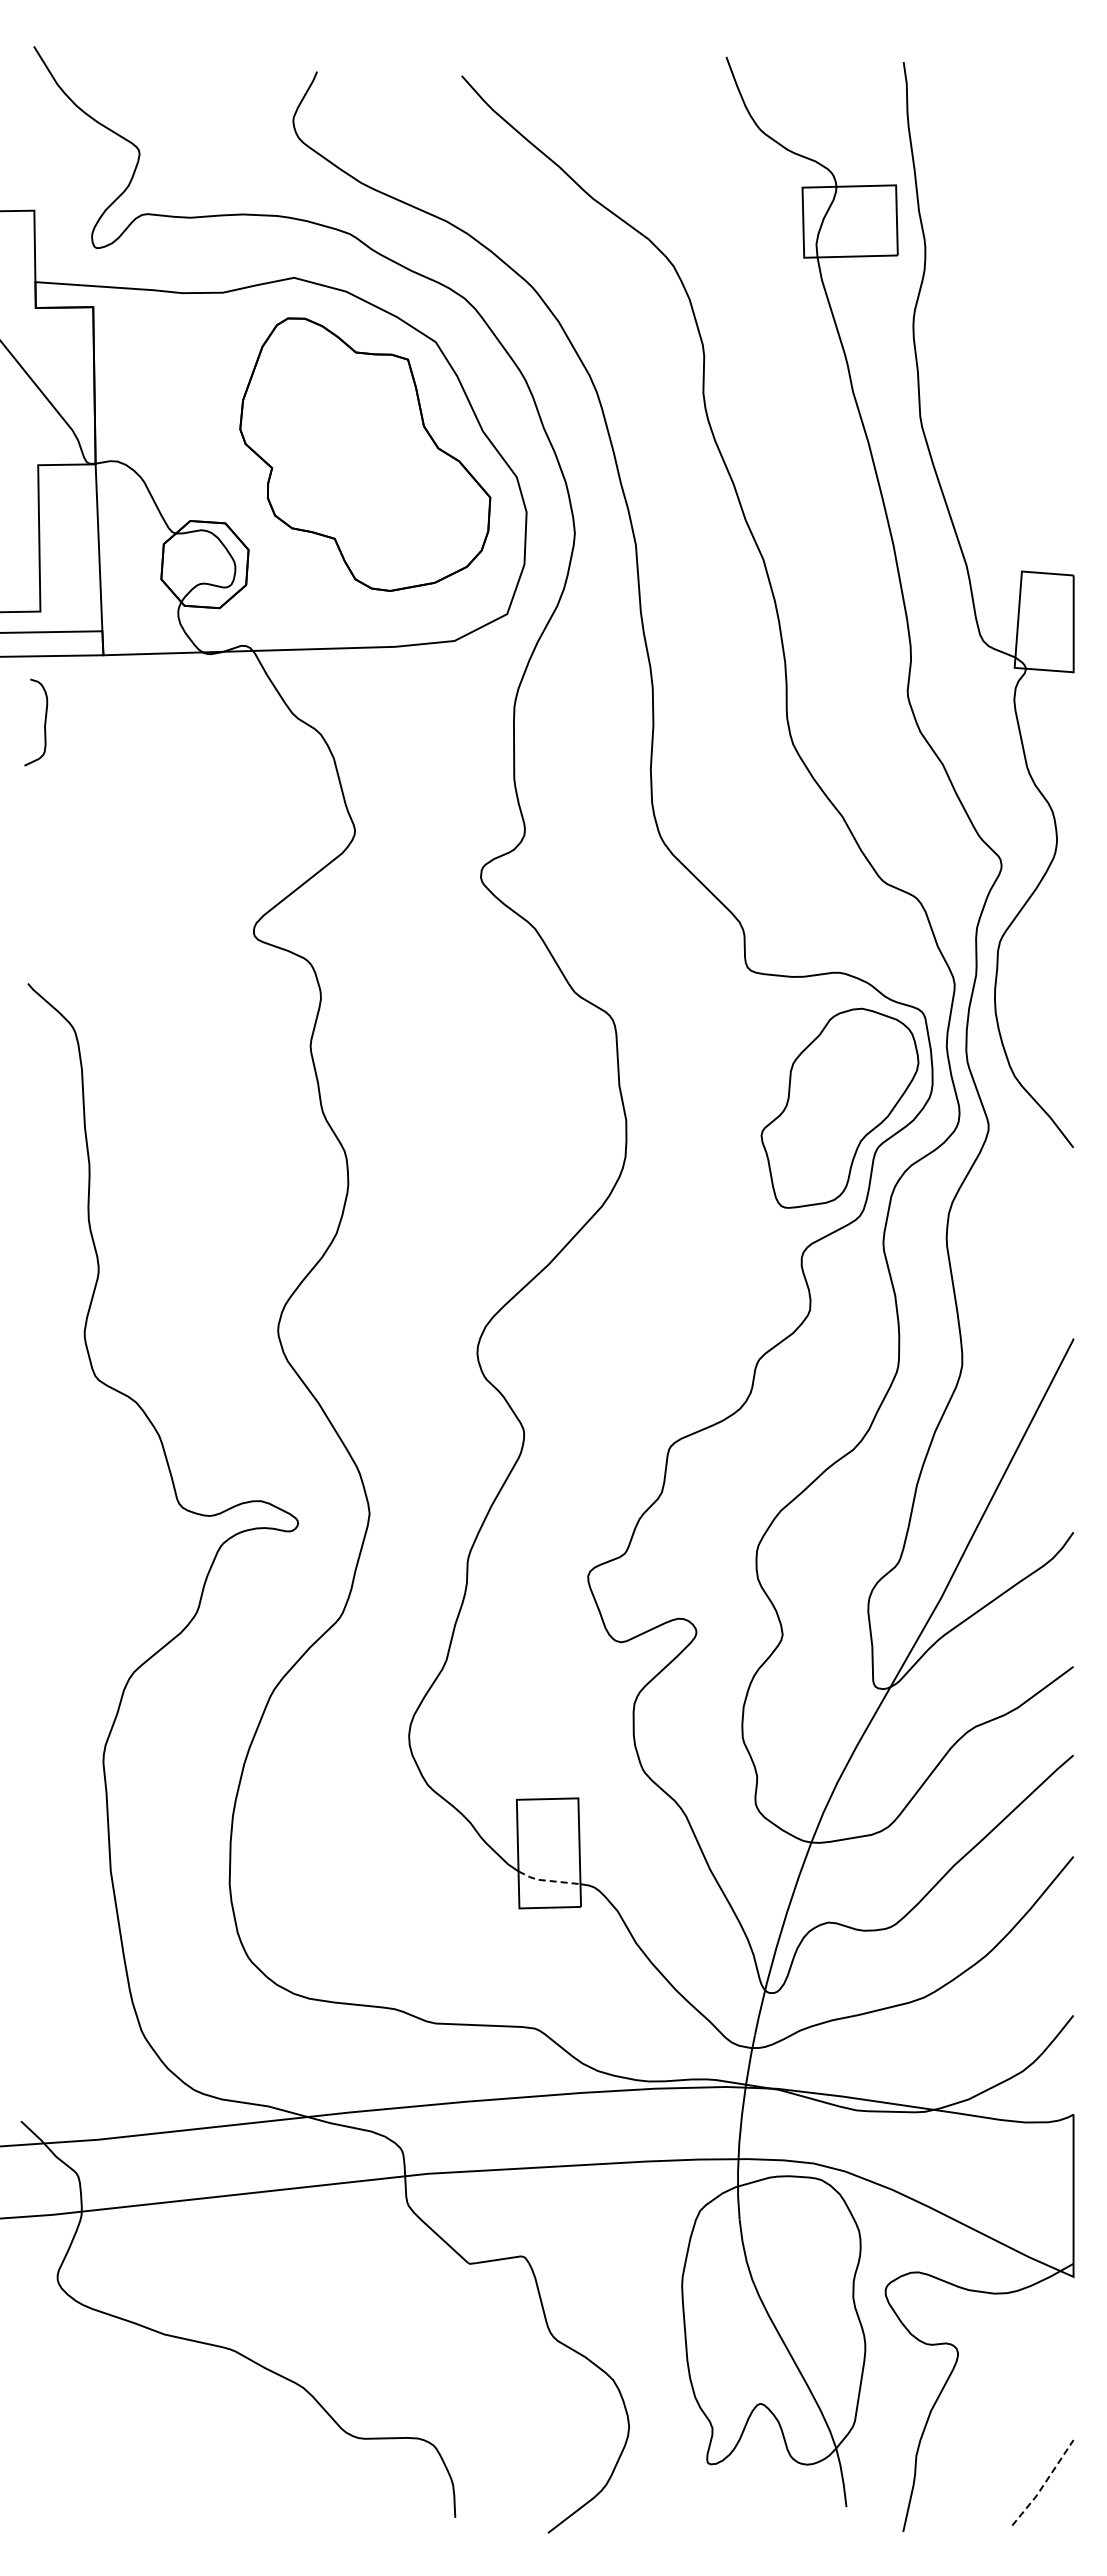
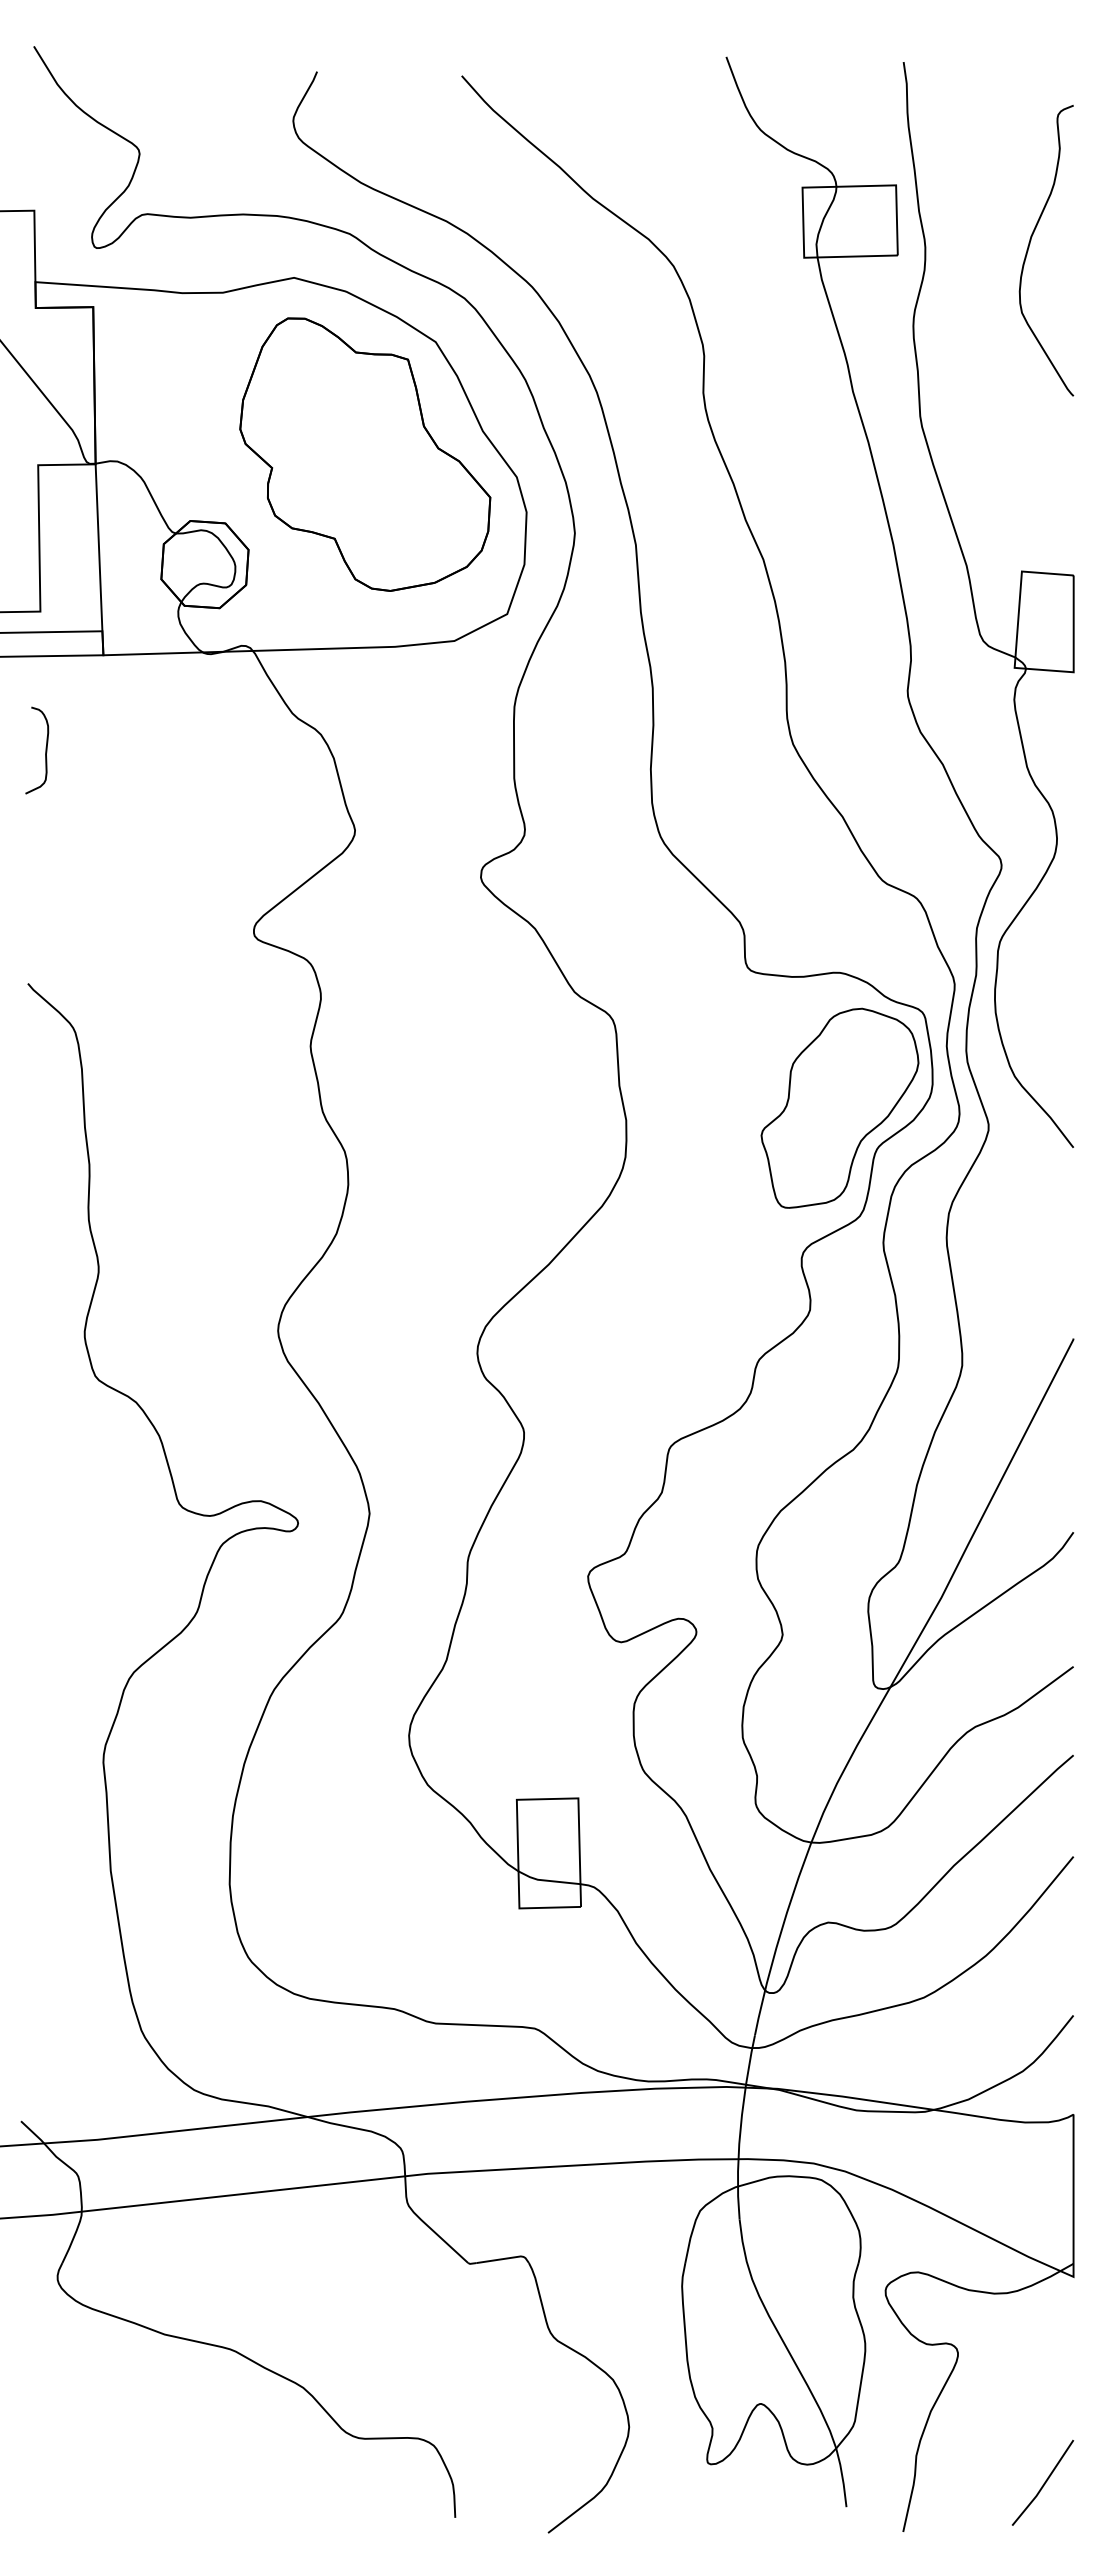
curve at (1030, 244): none -> present
curve at (44, 722) position: (44, 722) -> (45, 750)
line at (547, 1880): dashed -> solid
line at (1044, 2484): dashed -> solid
